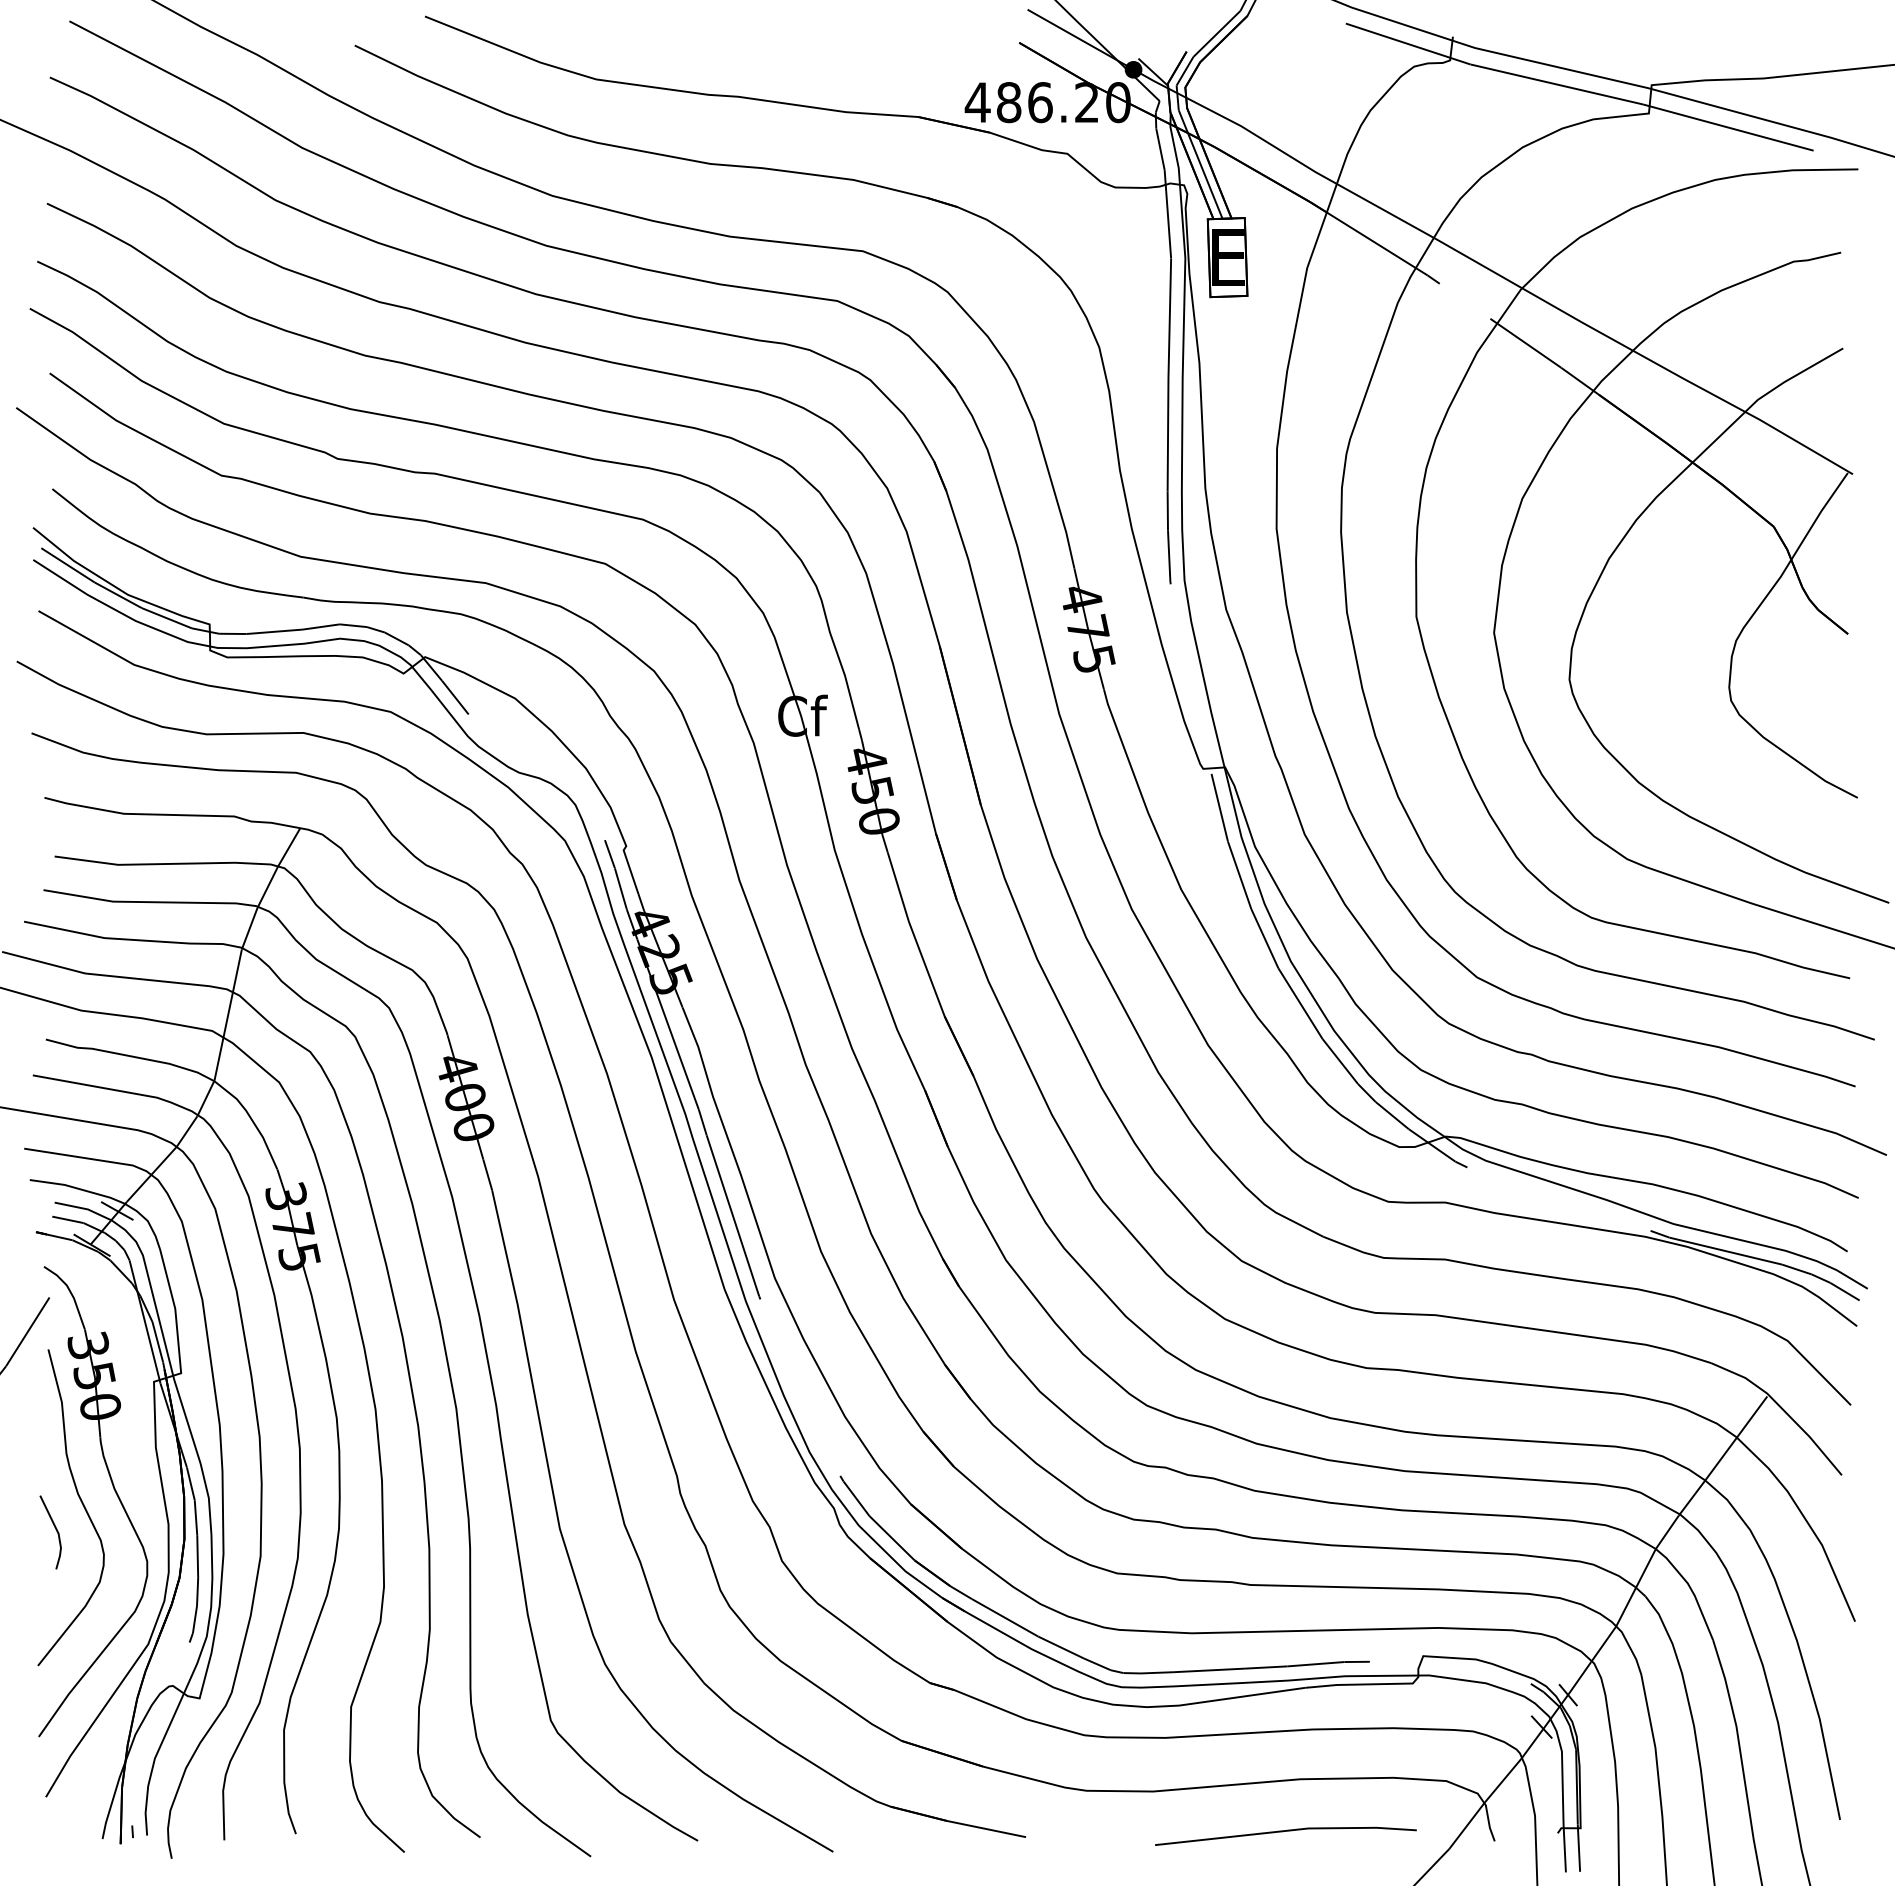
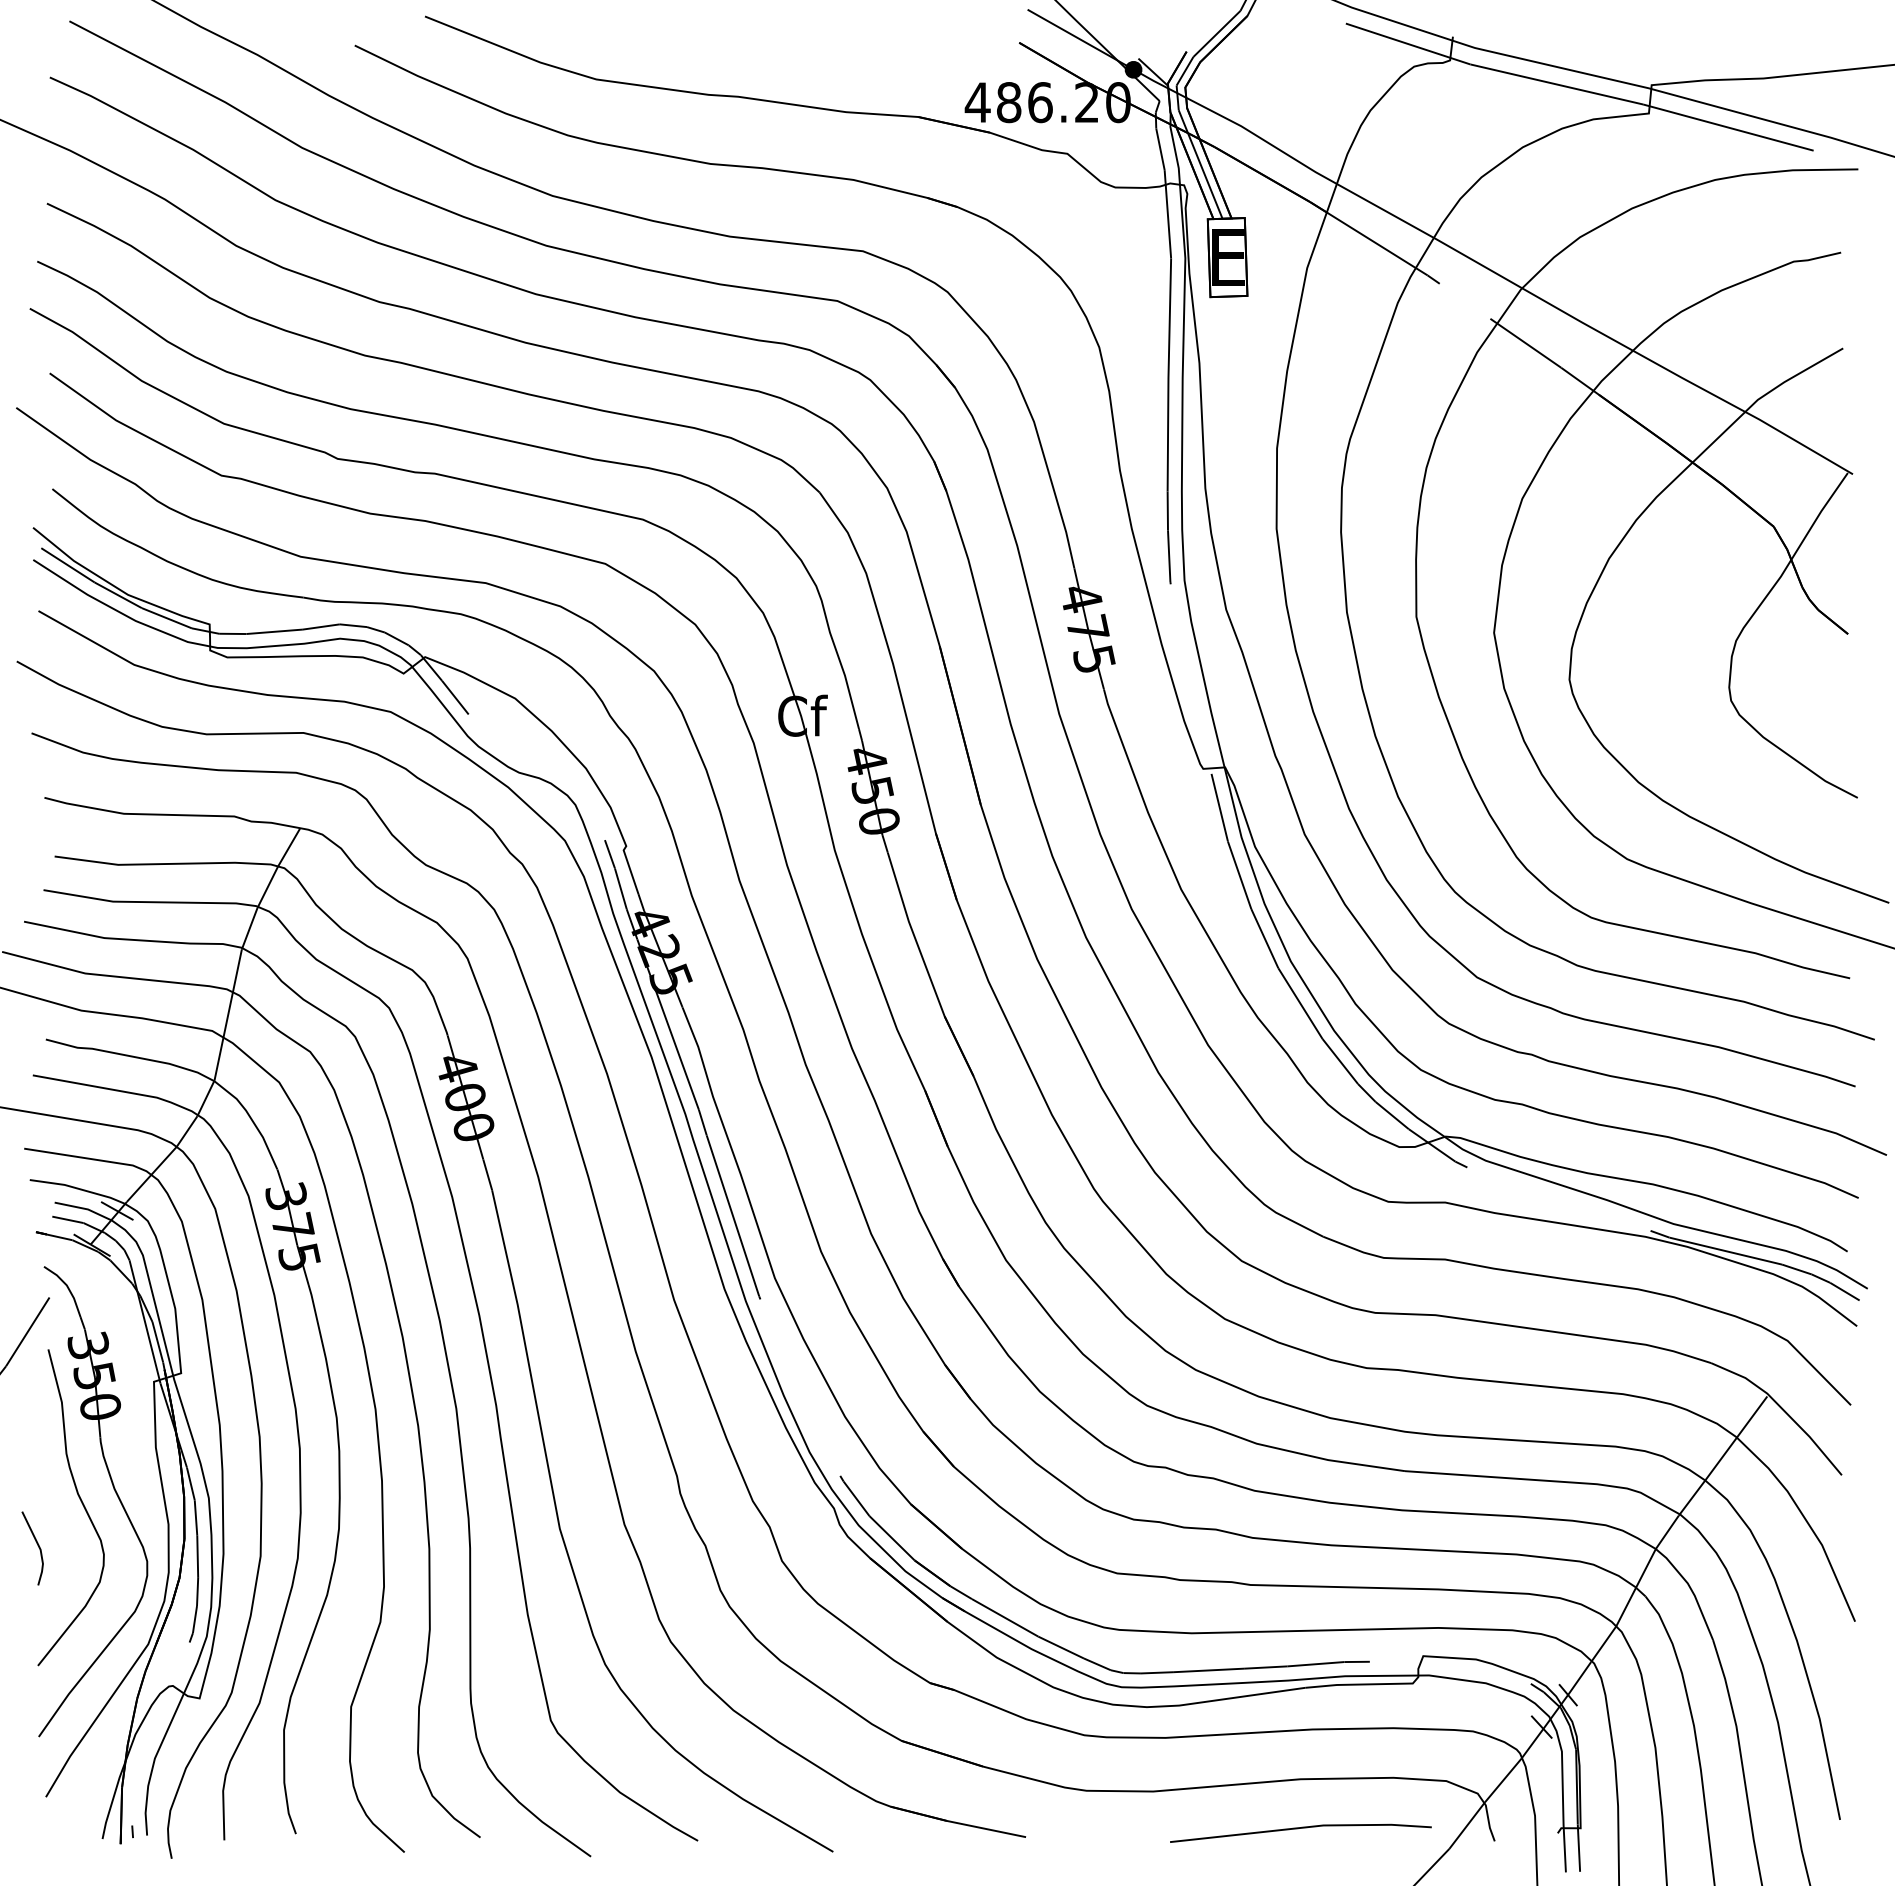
line at (55, 1529) position: (55, 1529) -> (37, 1545)
line at (1283, 1832) position: (1283, 1832) -> (1298, 1829)
